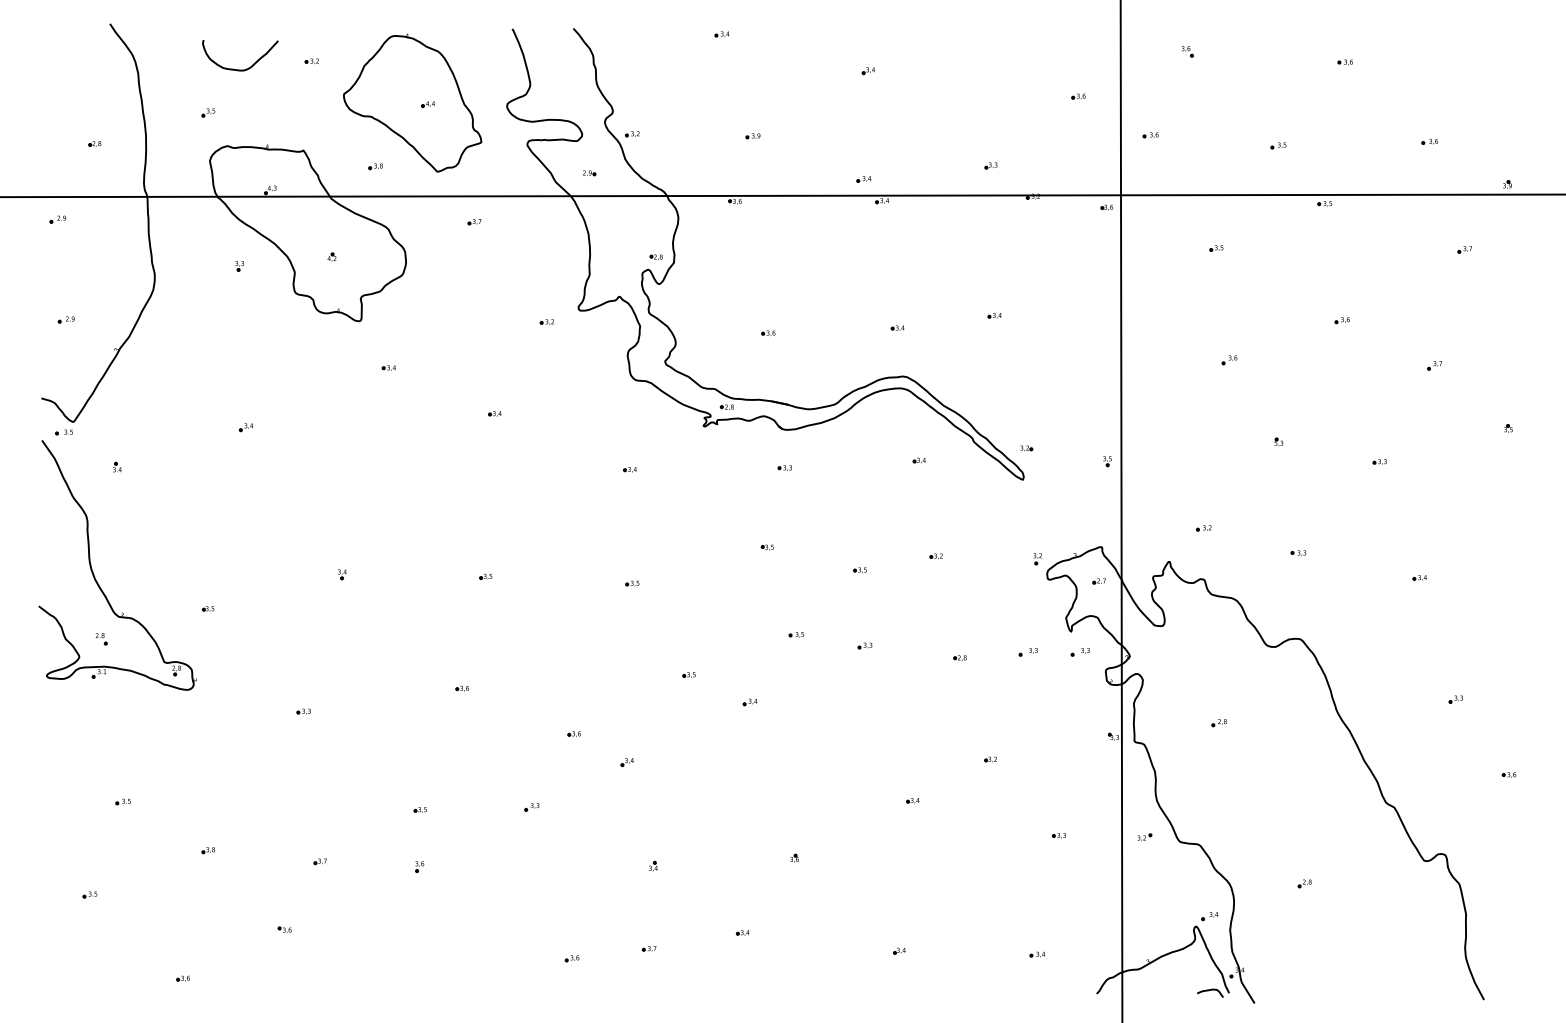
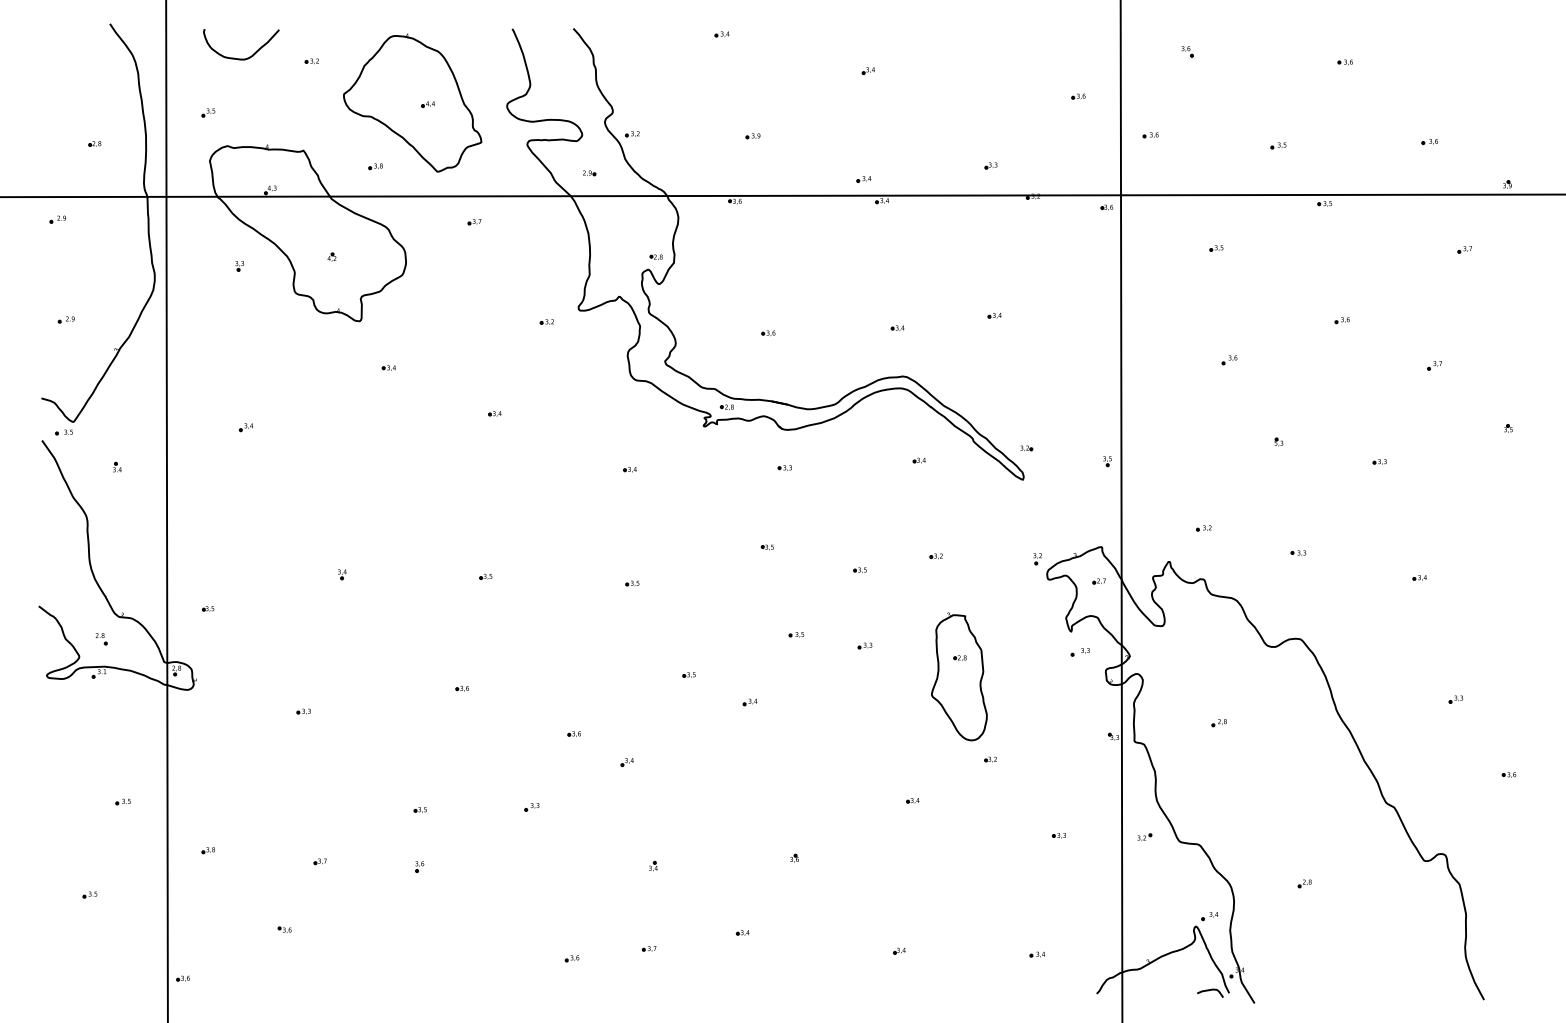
curve at (240, 69) position: (240, 69) -> (241, 58)
line at (166, 510): none -> present
part at (1027, 652): present -> none
part at (959, 676): none -> present
